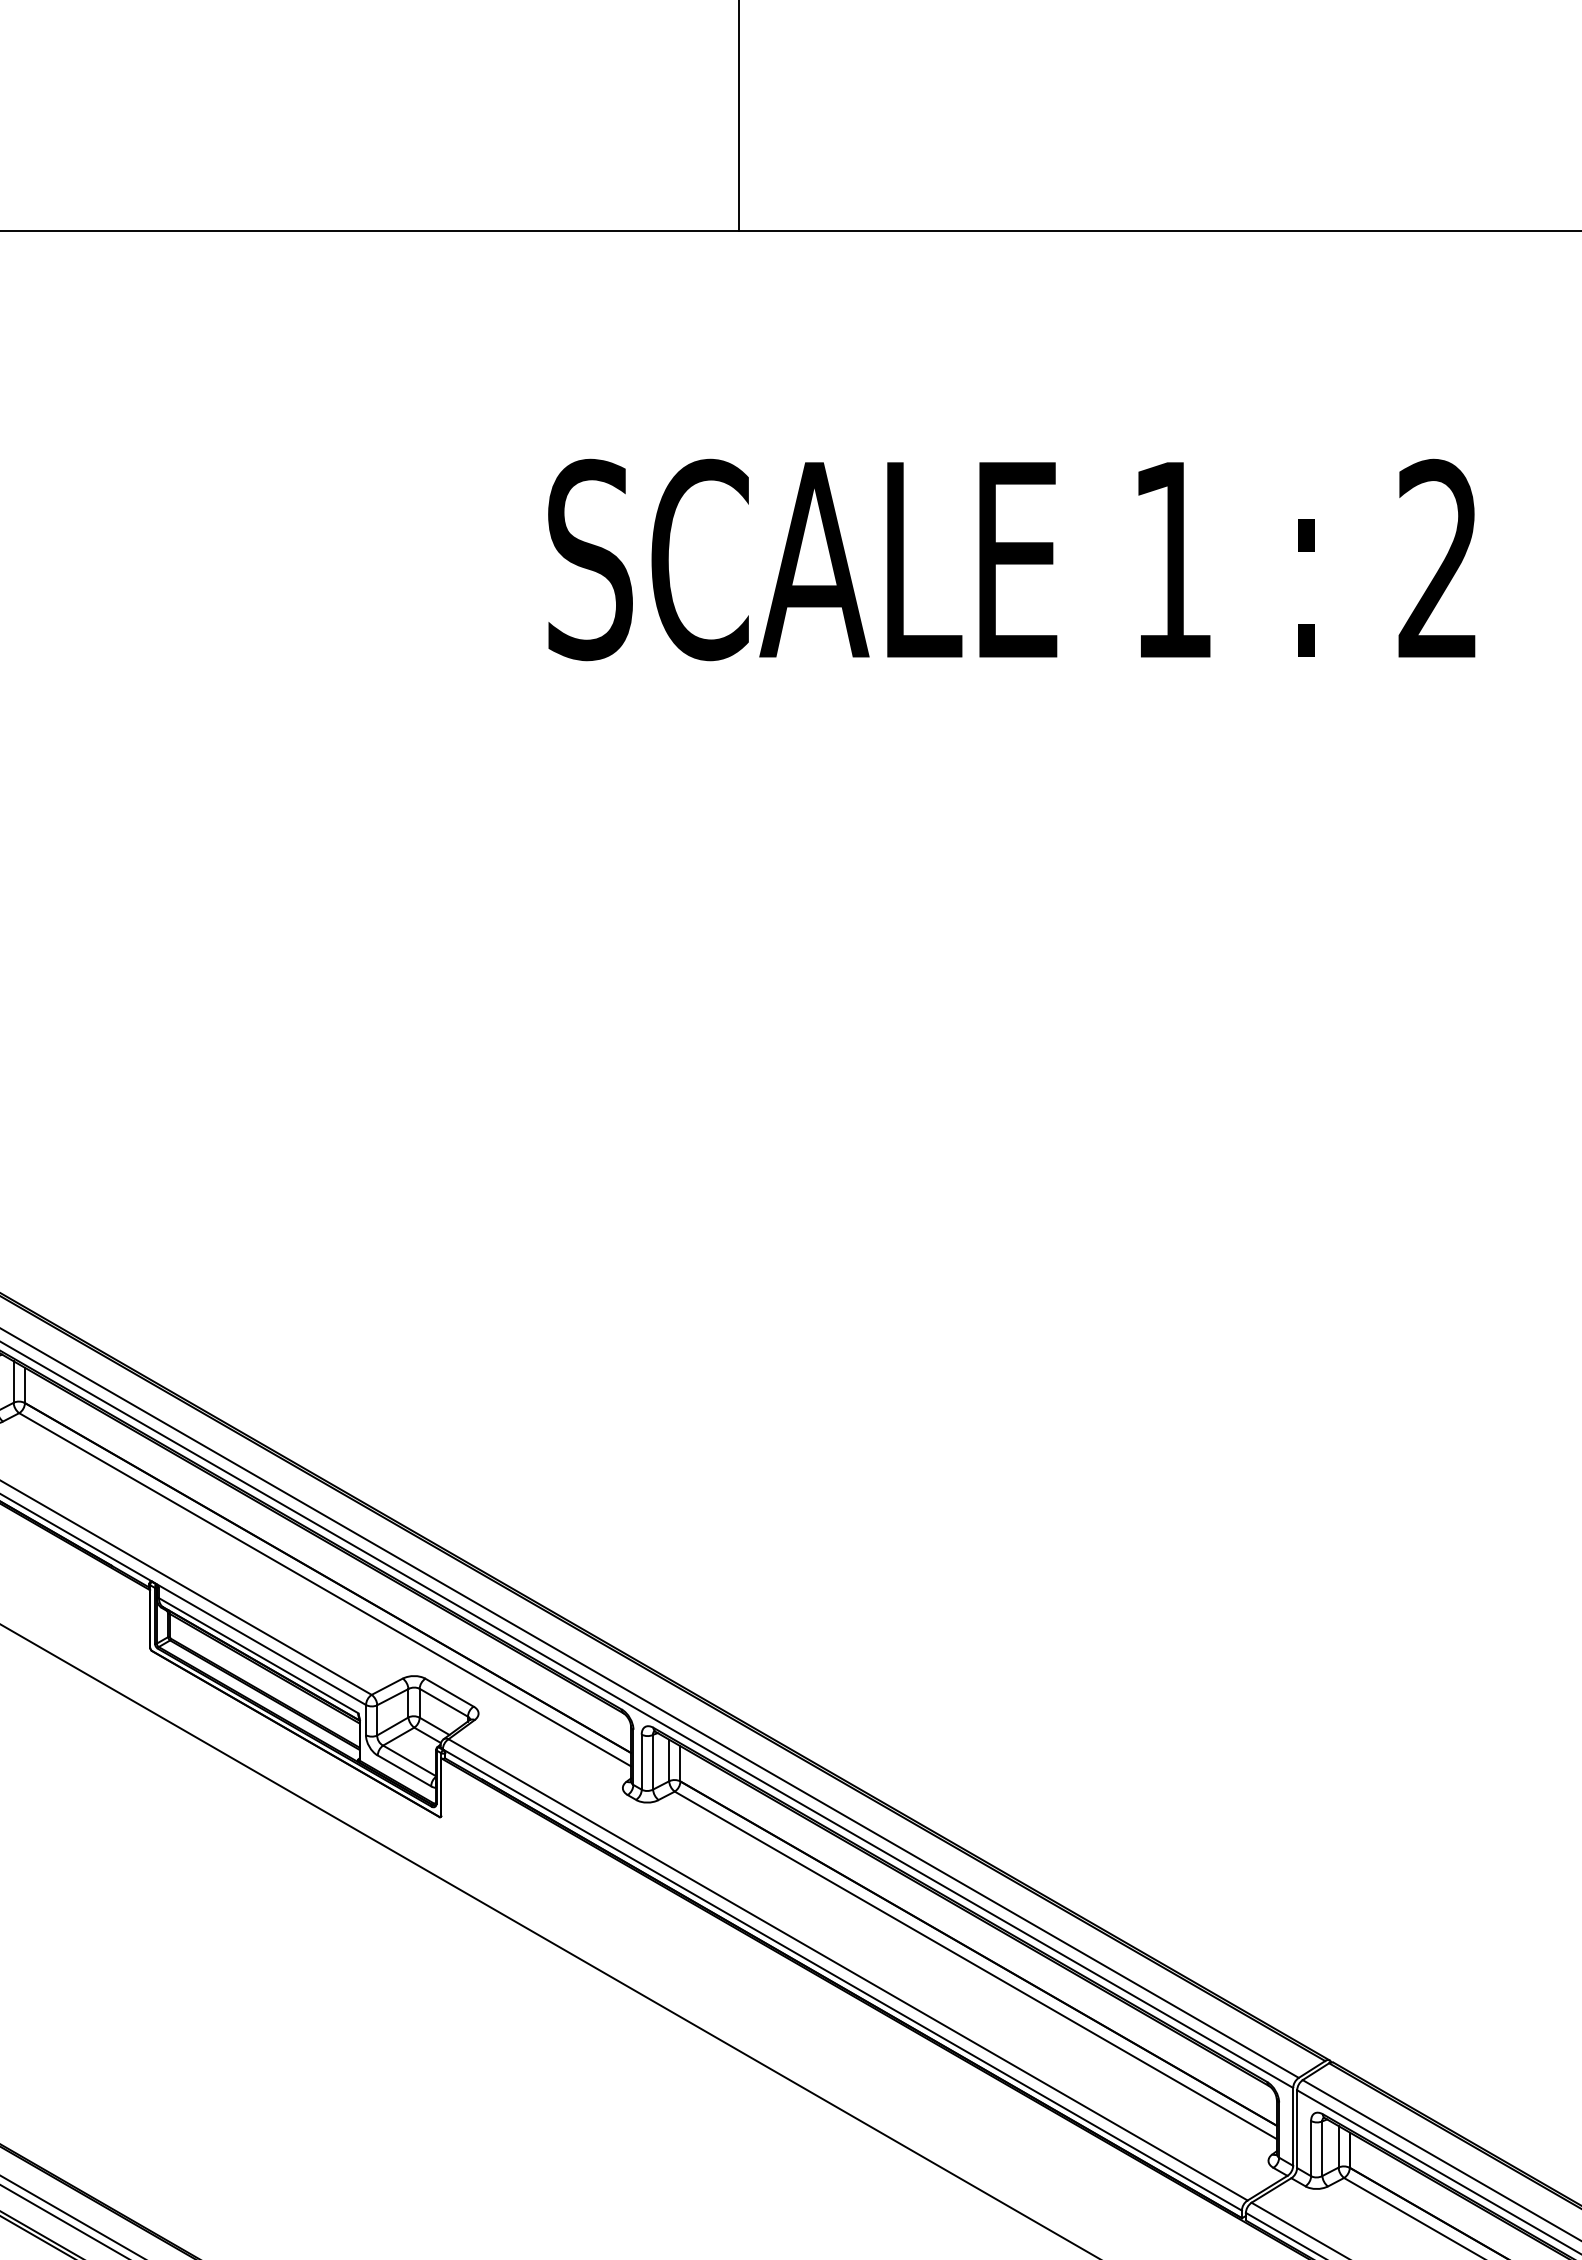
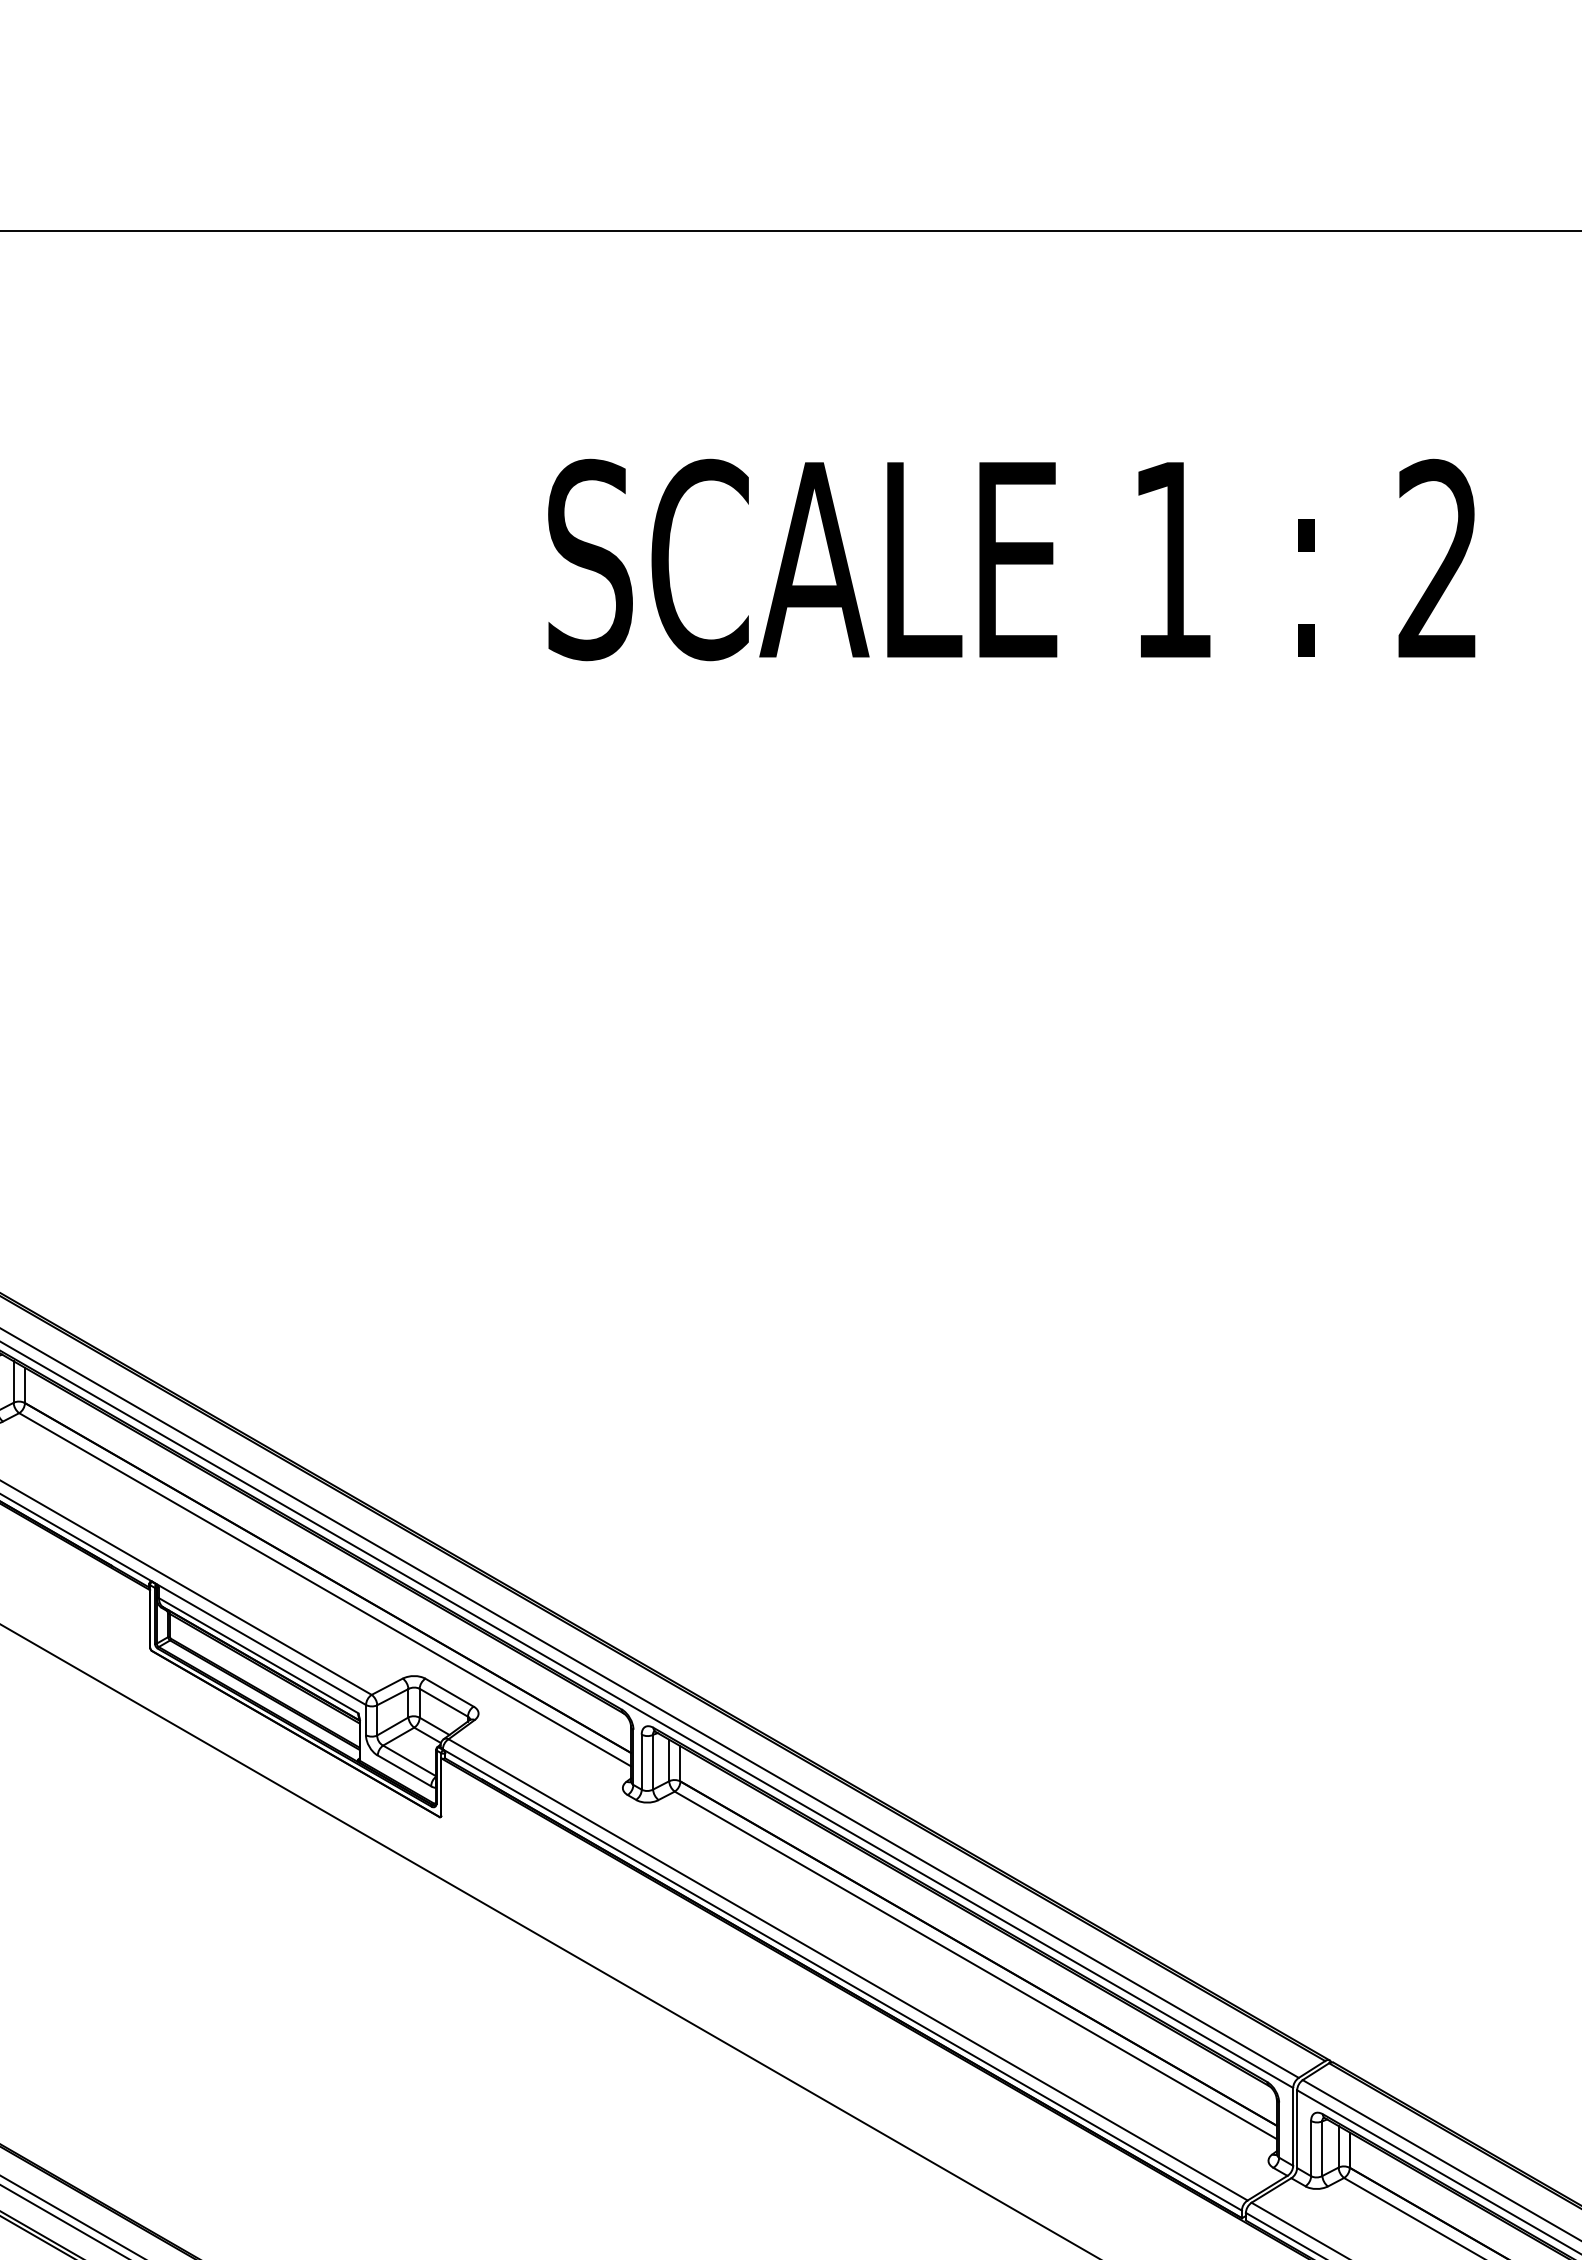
line at (738, 116): present -> none
